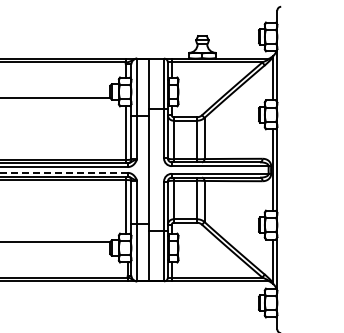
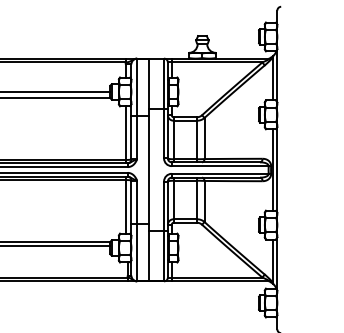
line at (56, 92): none -> present
line at (64, 172): dashed -> solid
line at (56, 246): none -> present
